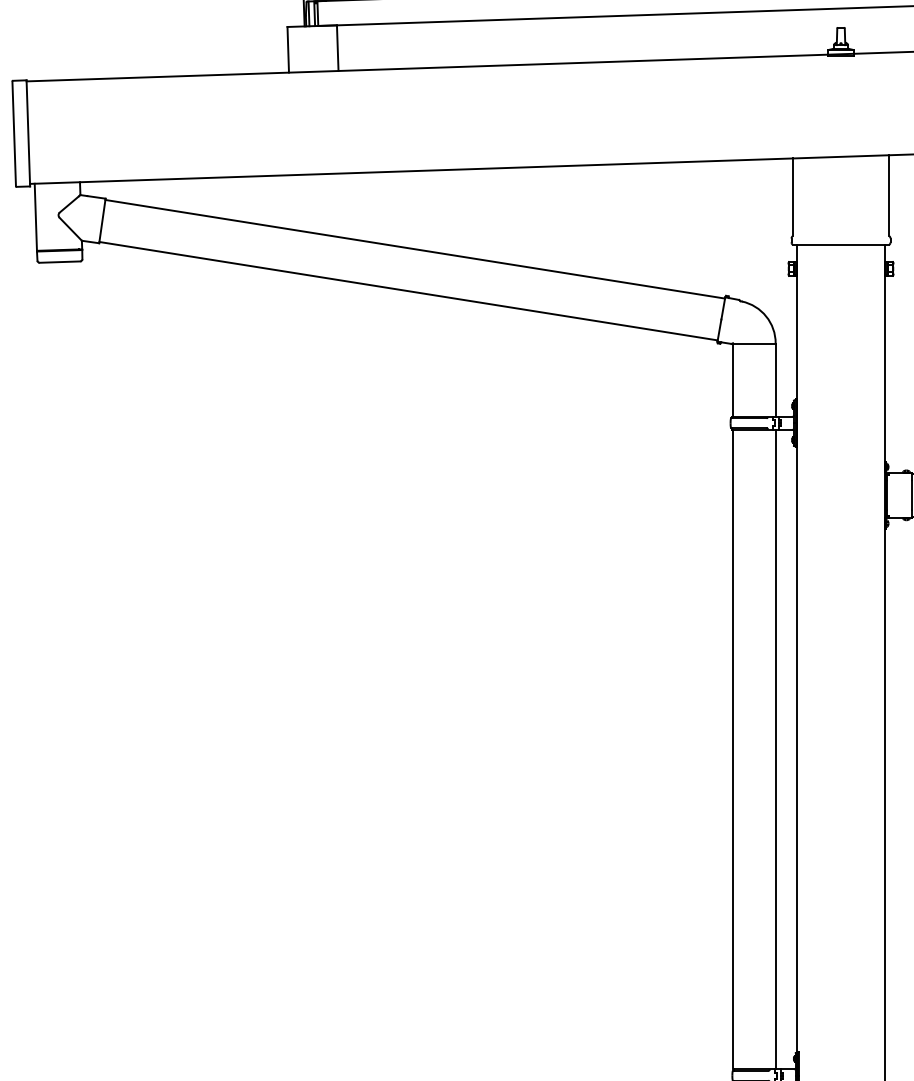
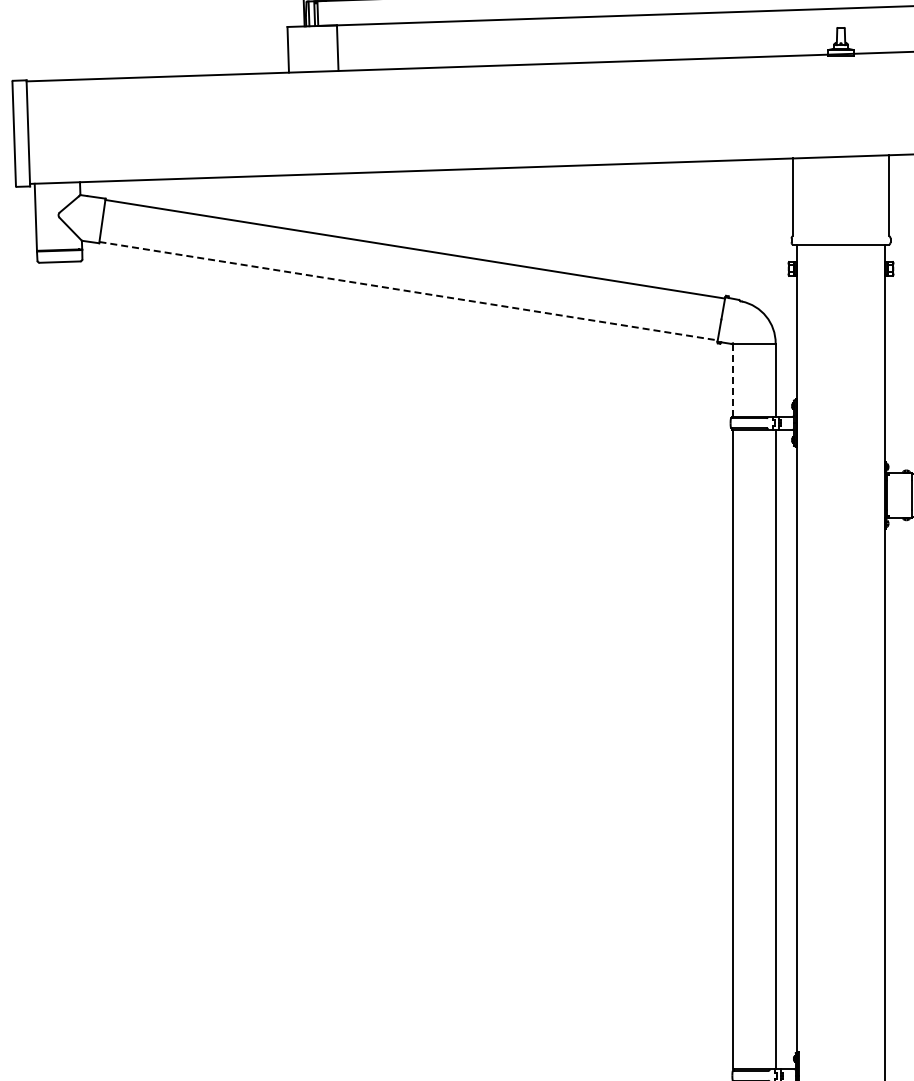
line at (409, 291): solid -> dashed
line at (733, 380): solid -> dashed
